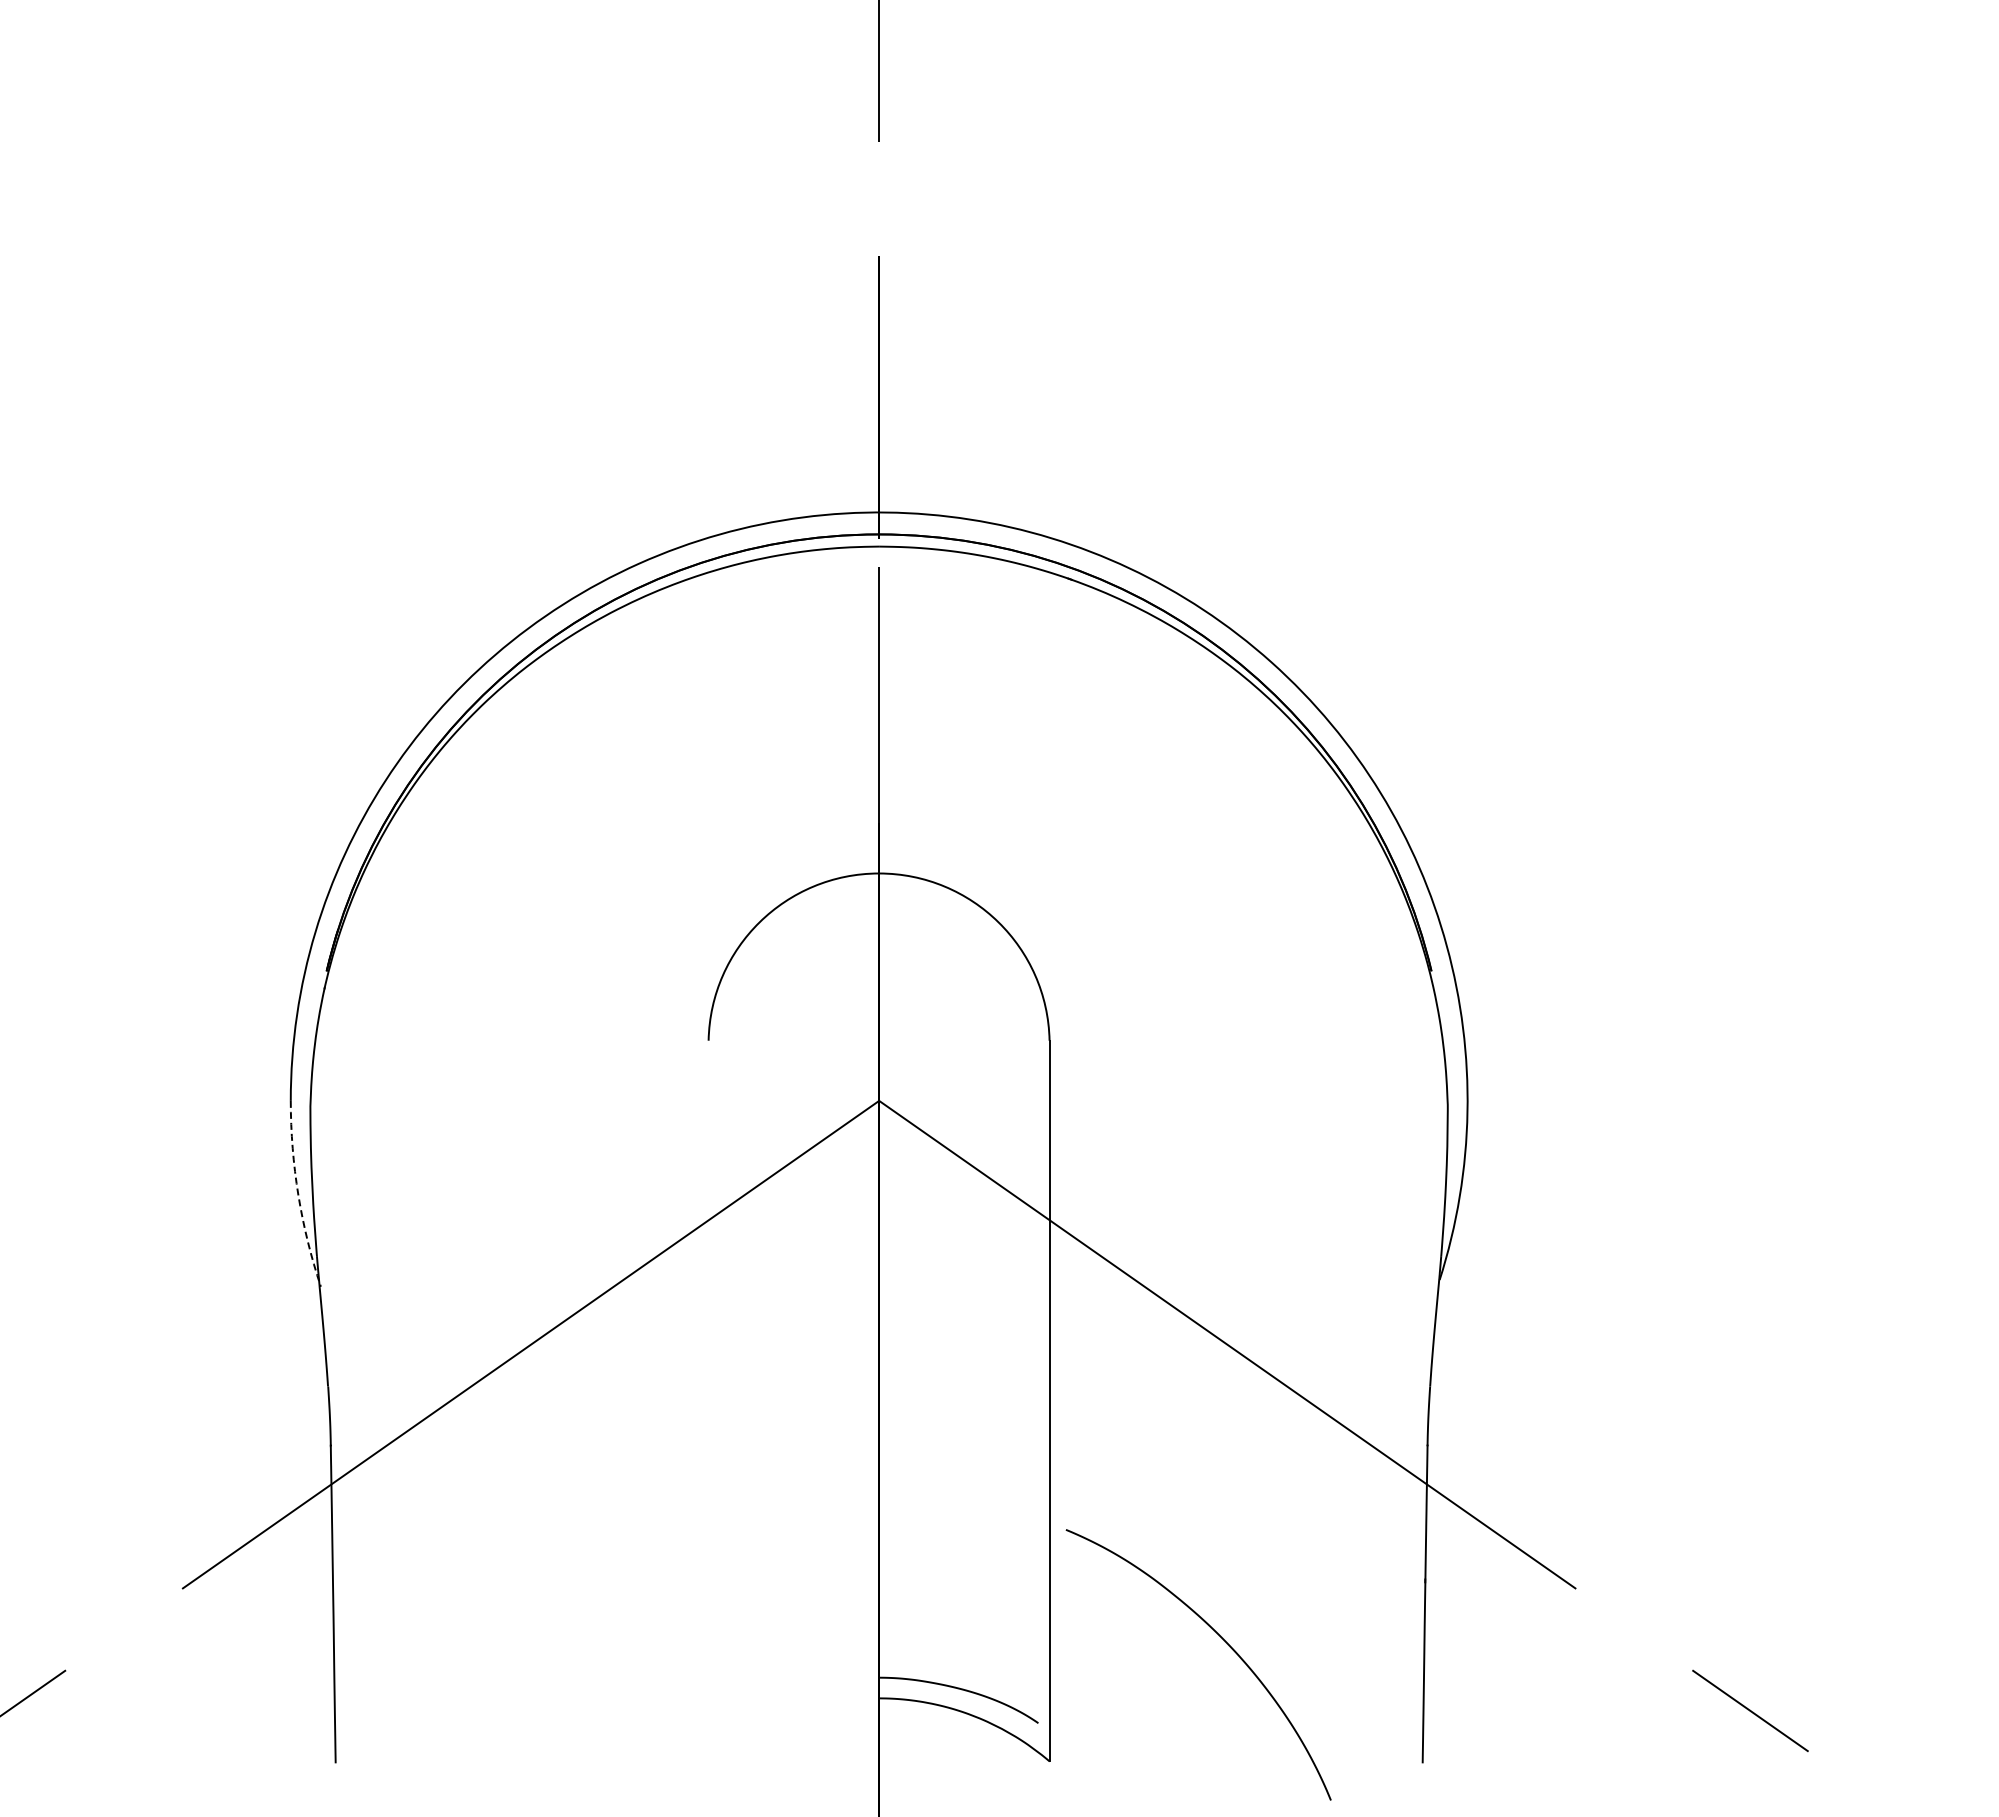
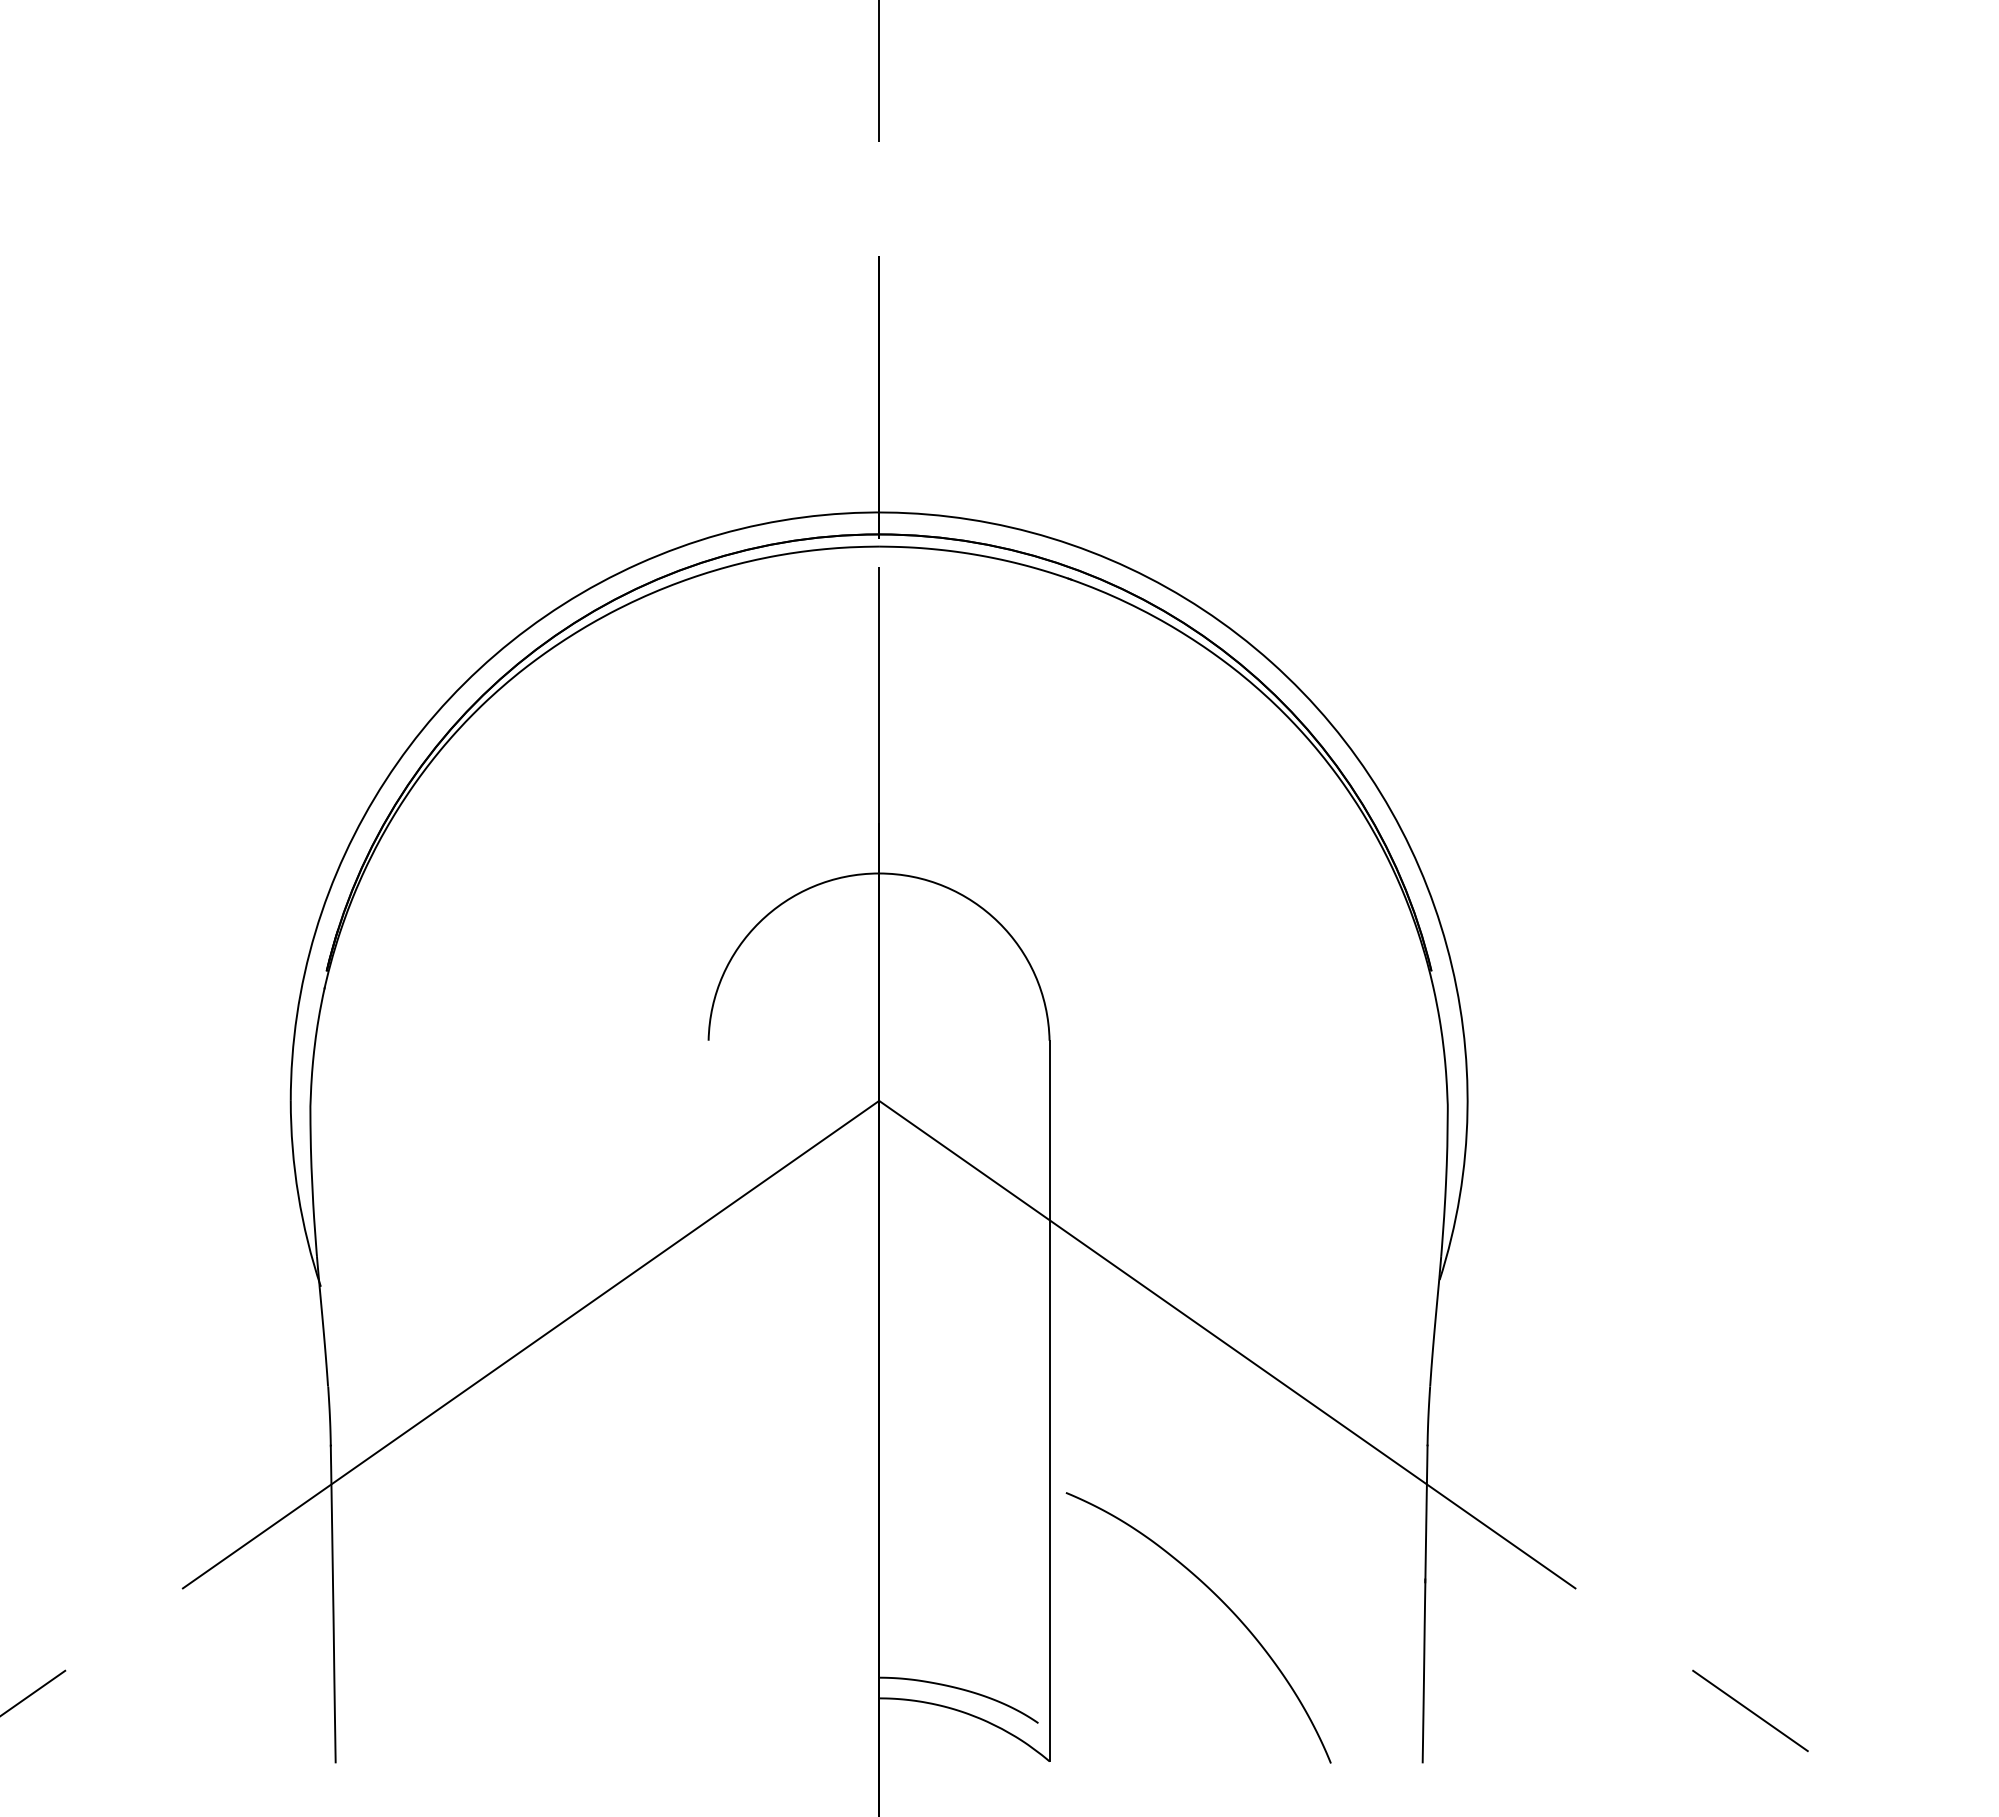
arc at (298, 1195): dashed -> solid
curve at (1222, 1639) position: (1222, 1639) -> (1222, 1602)
